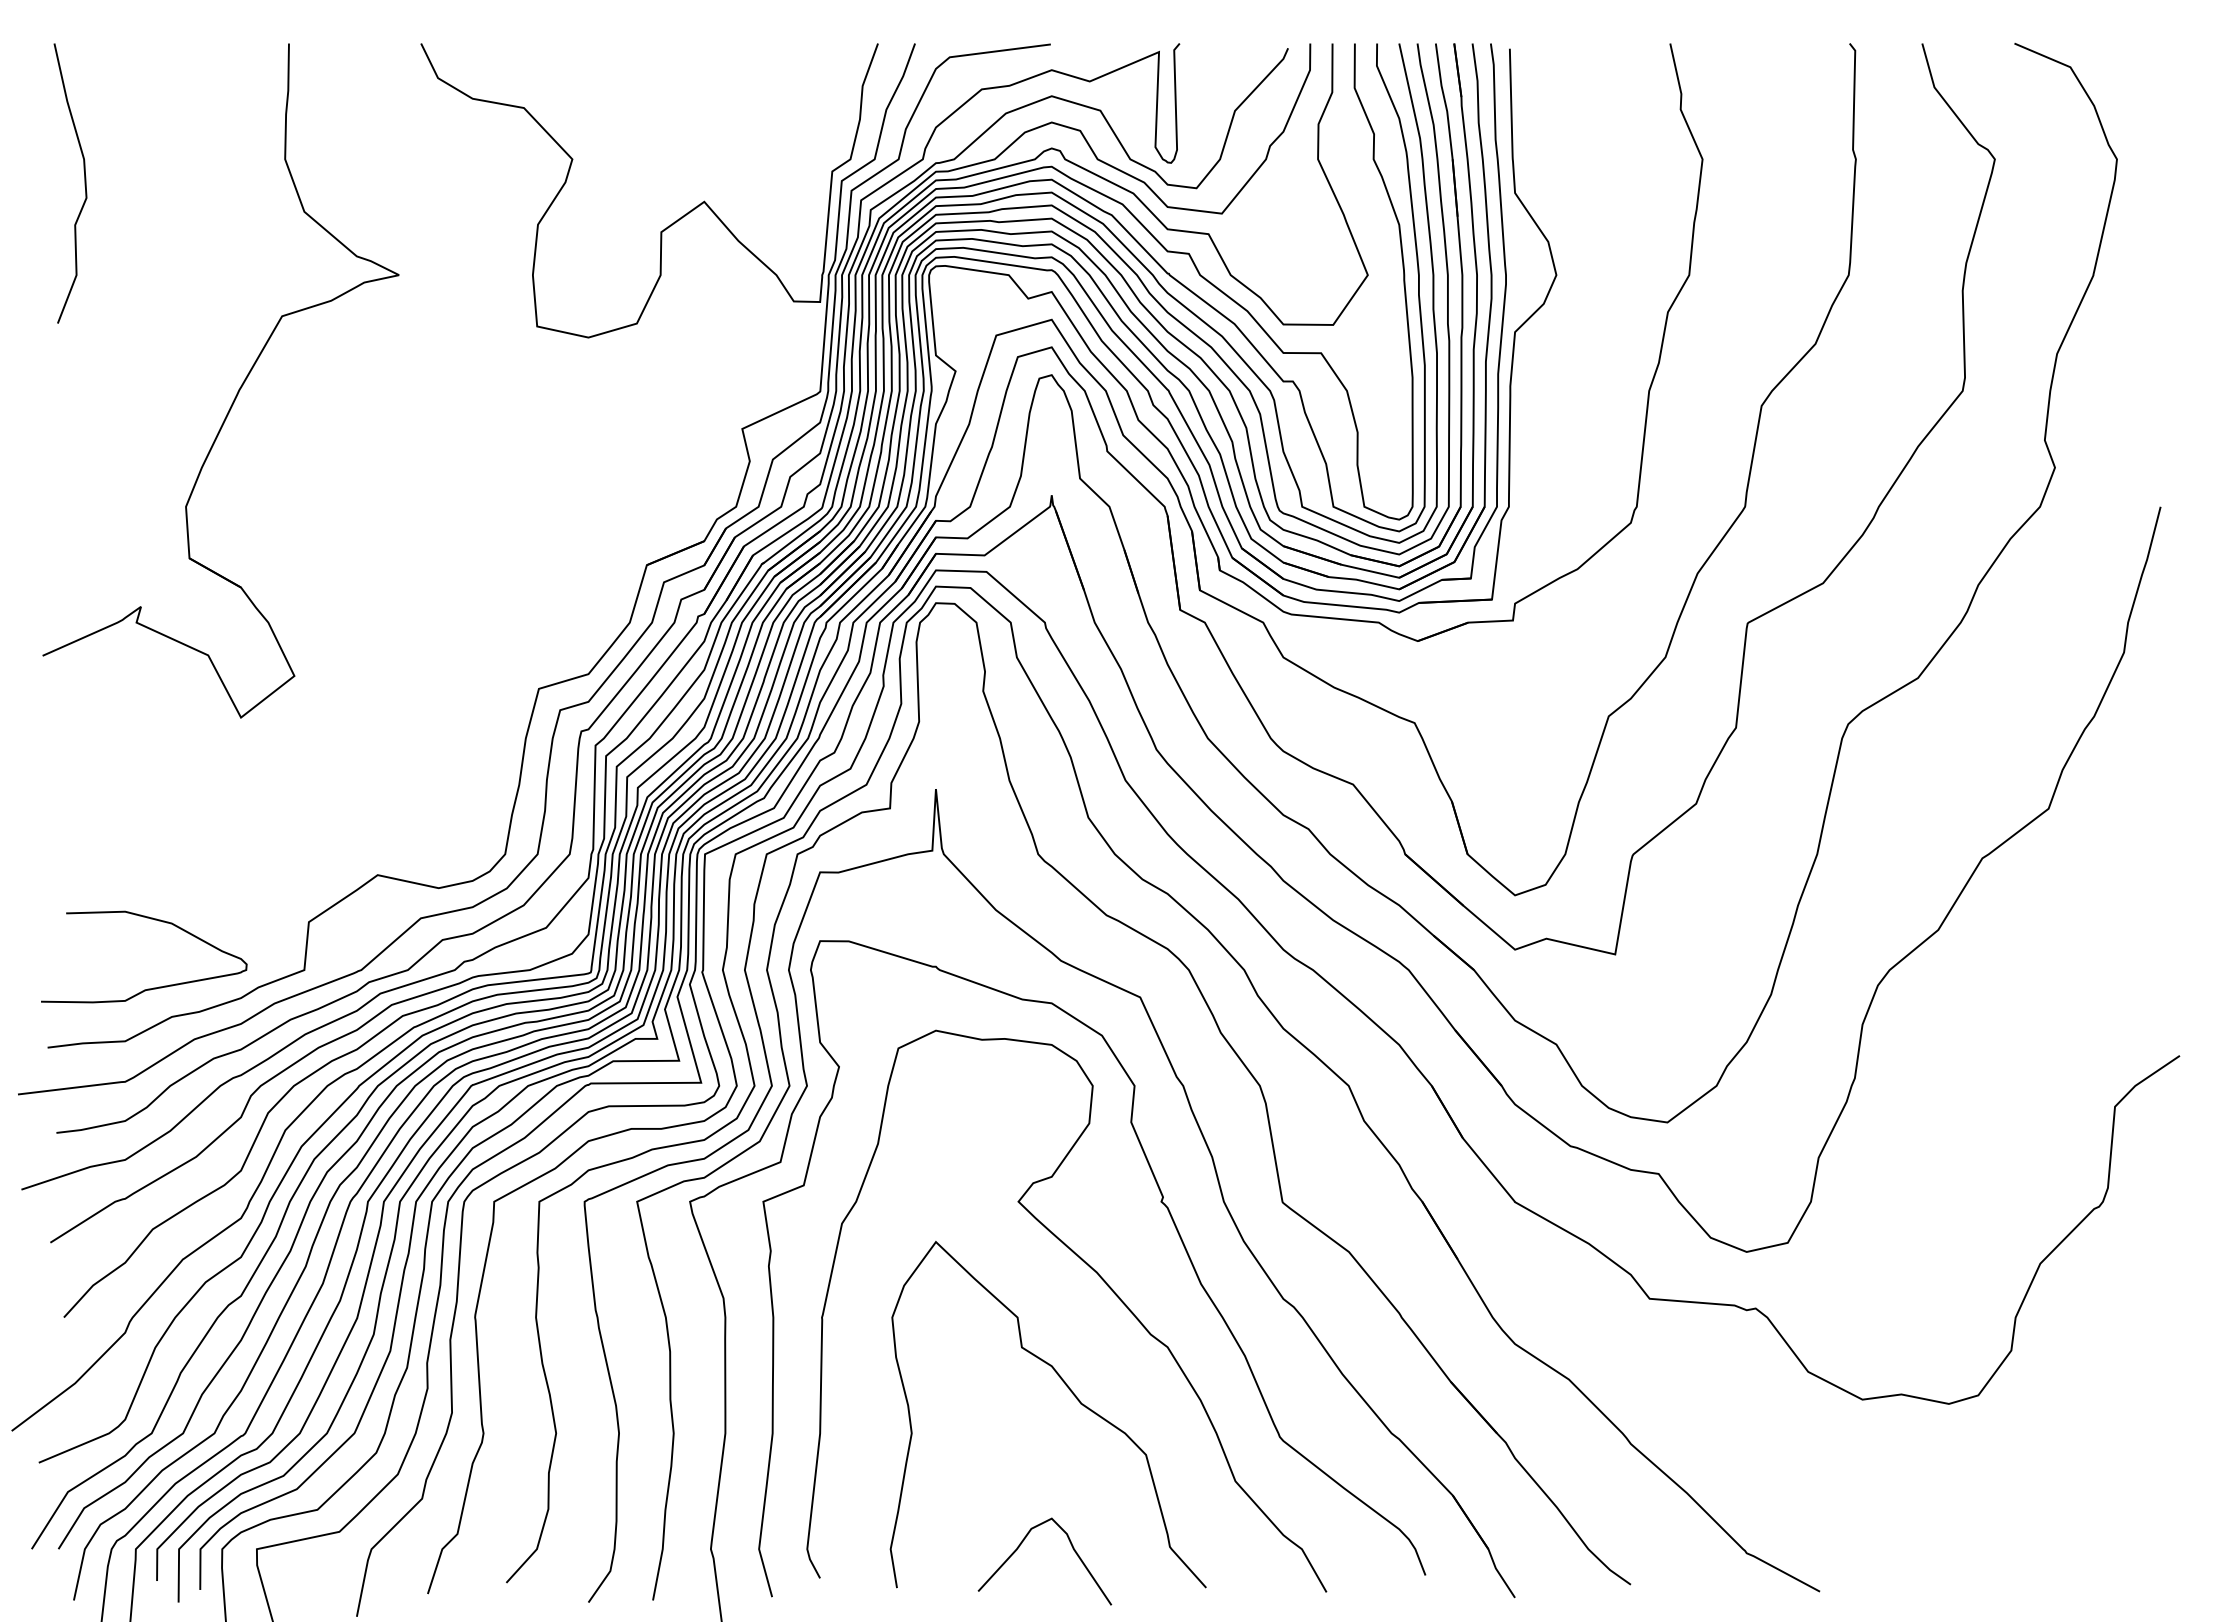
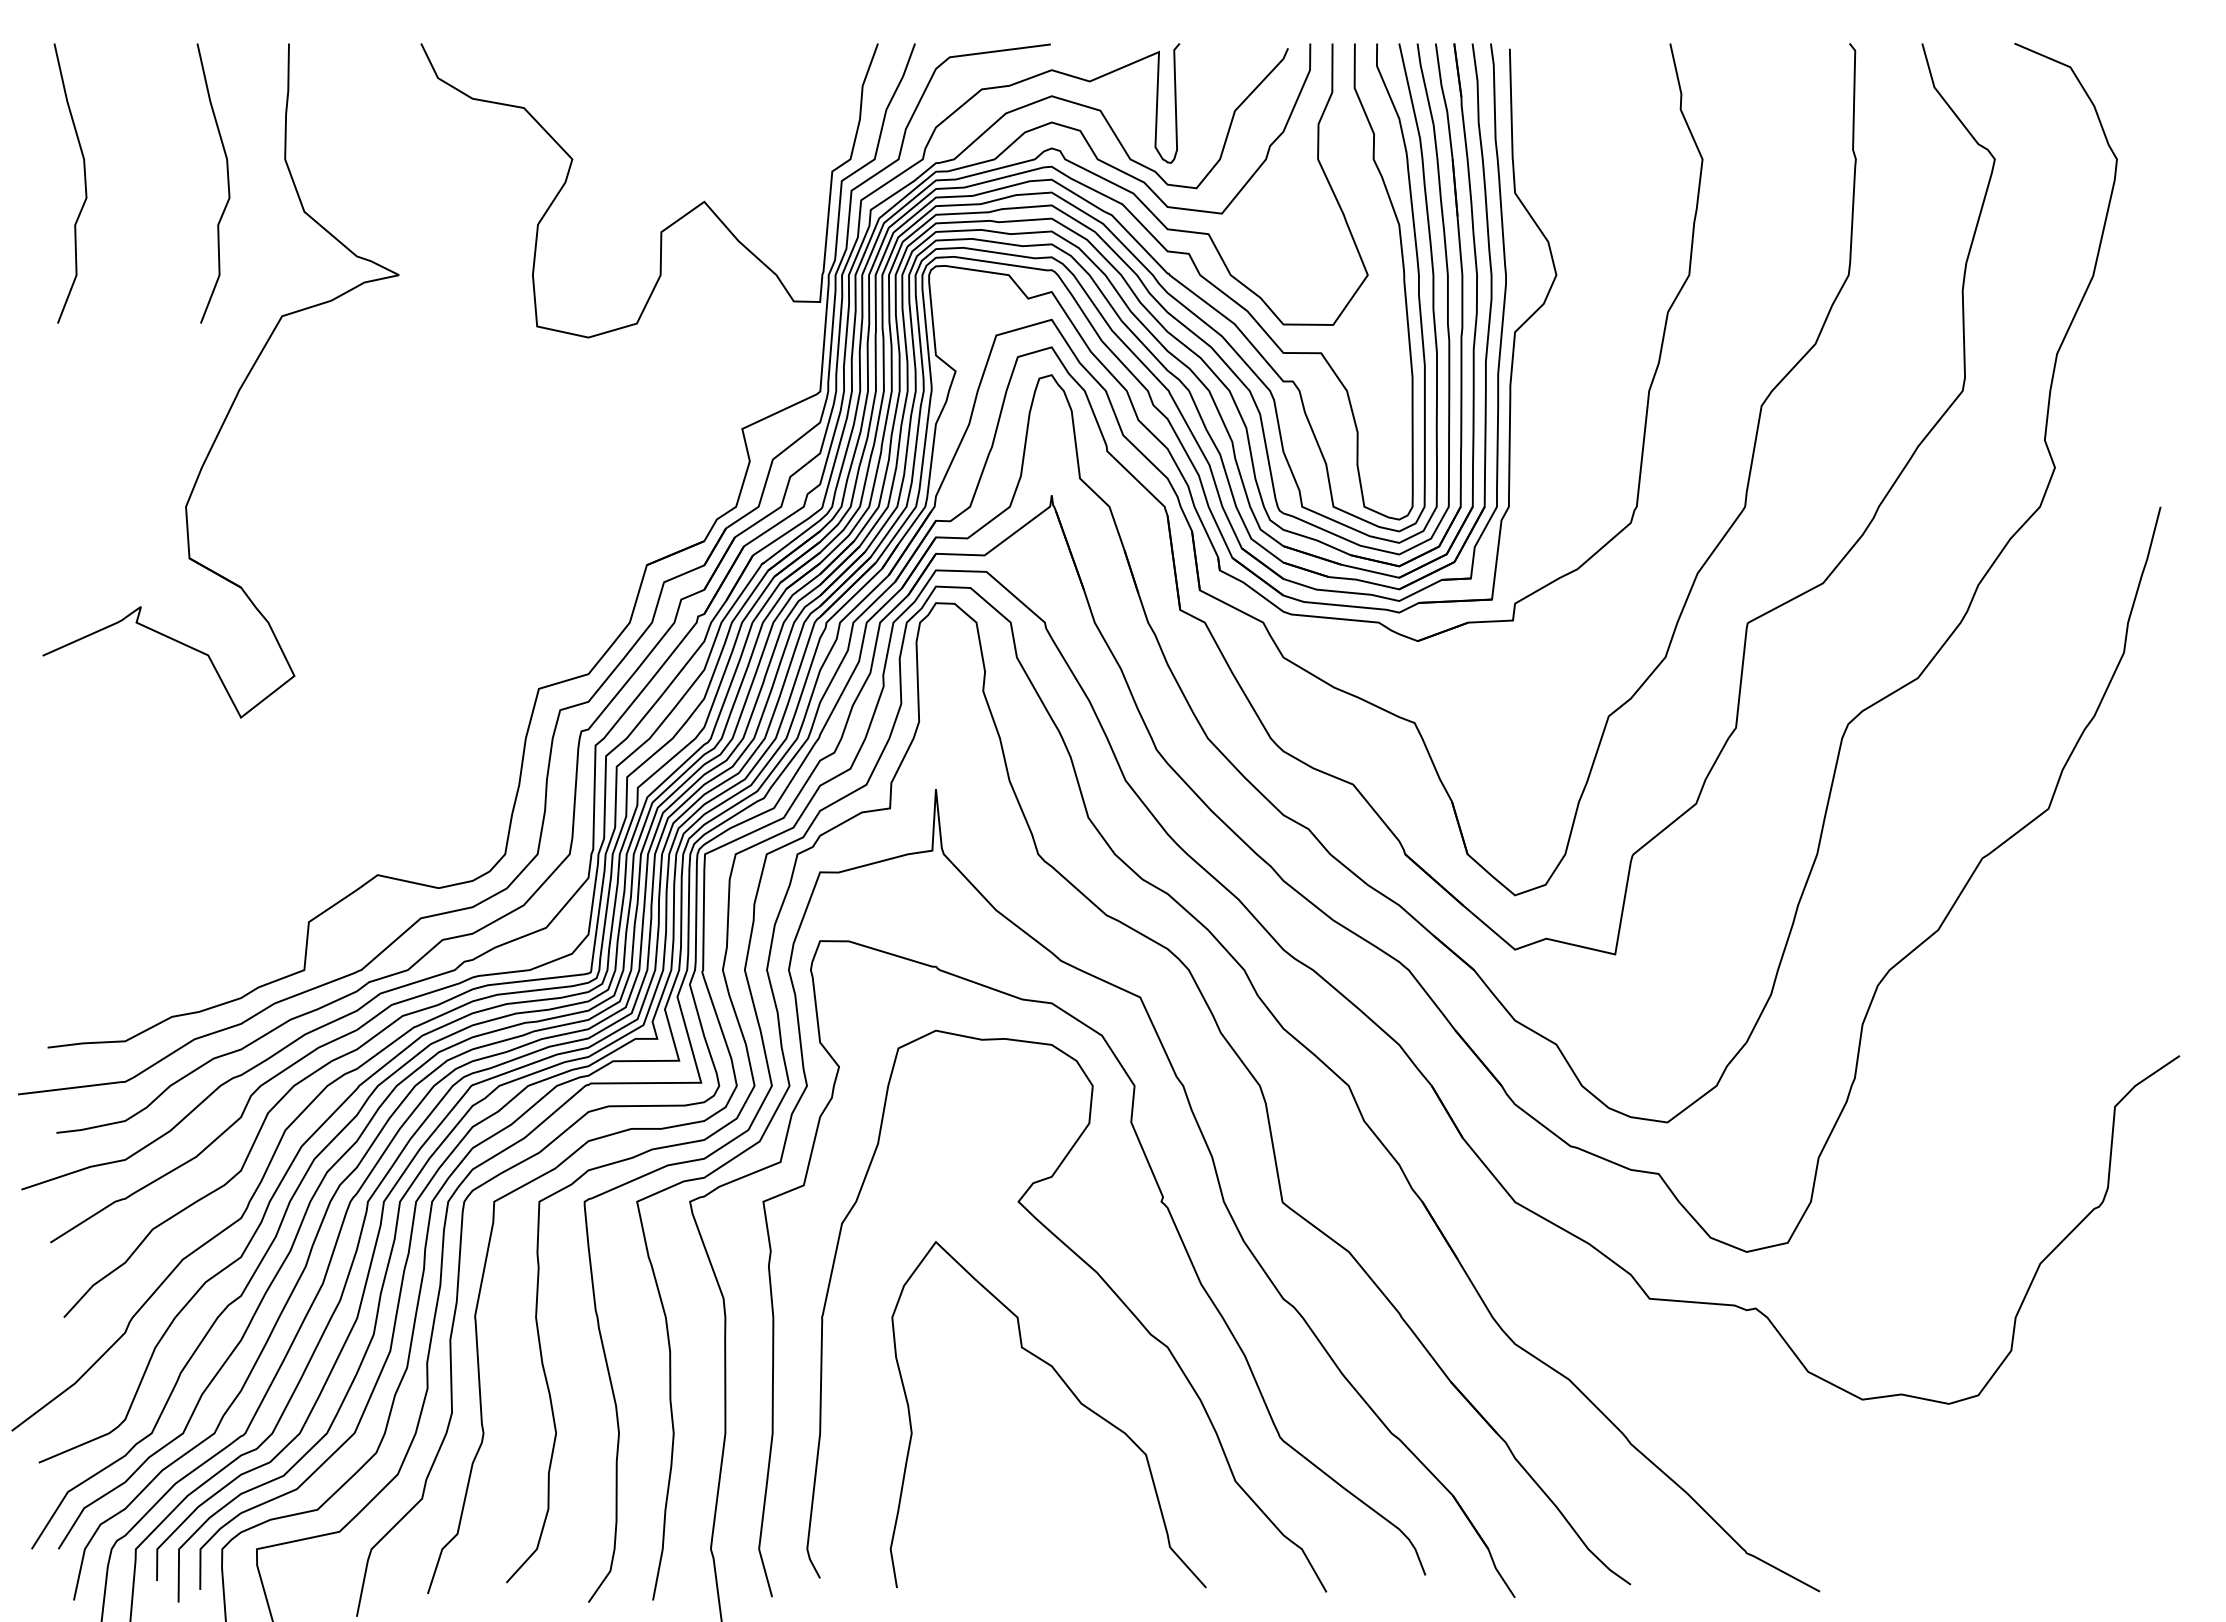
curve at (227, 183): none -> present
curve at (147, 988): present -> none
curve at (1022, 1543): present -> none
